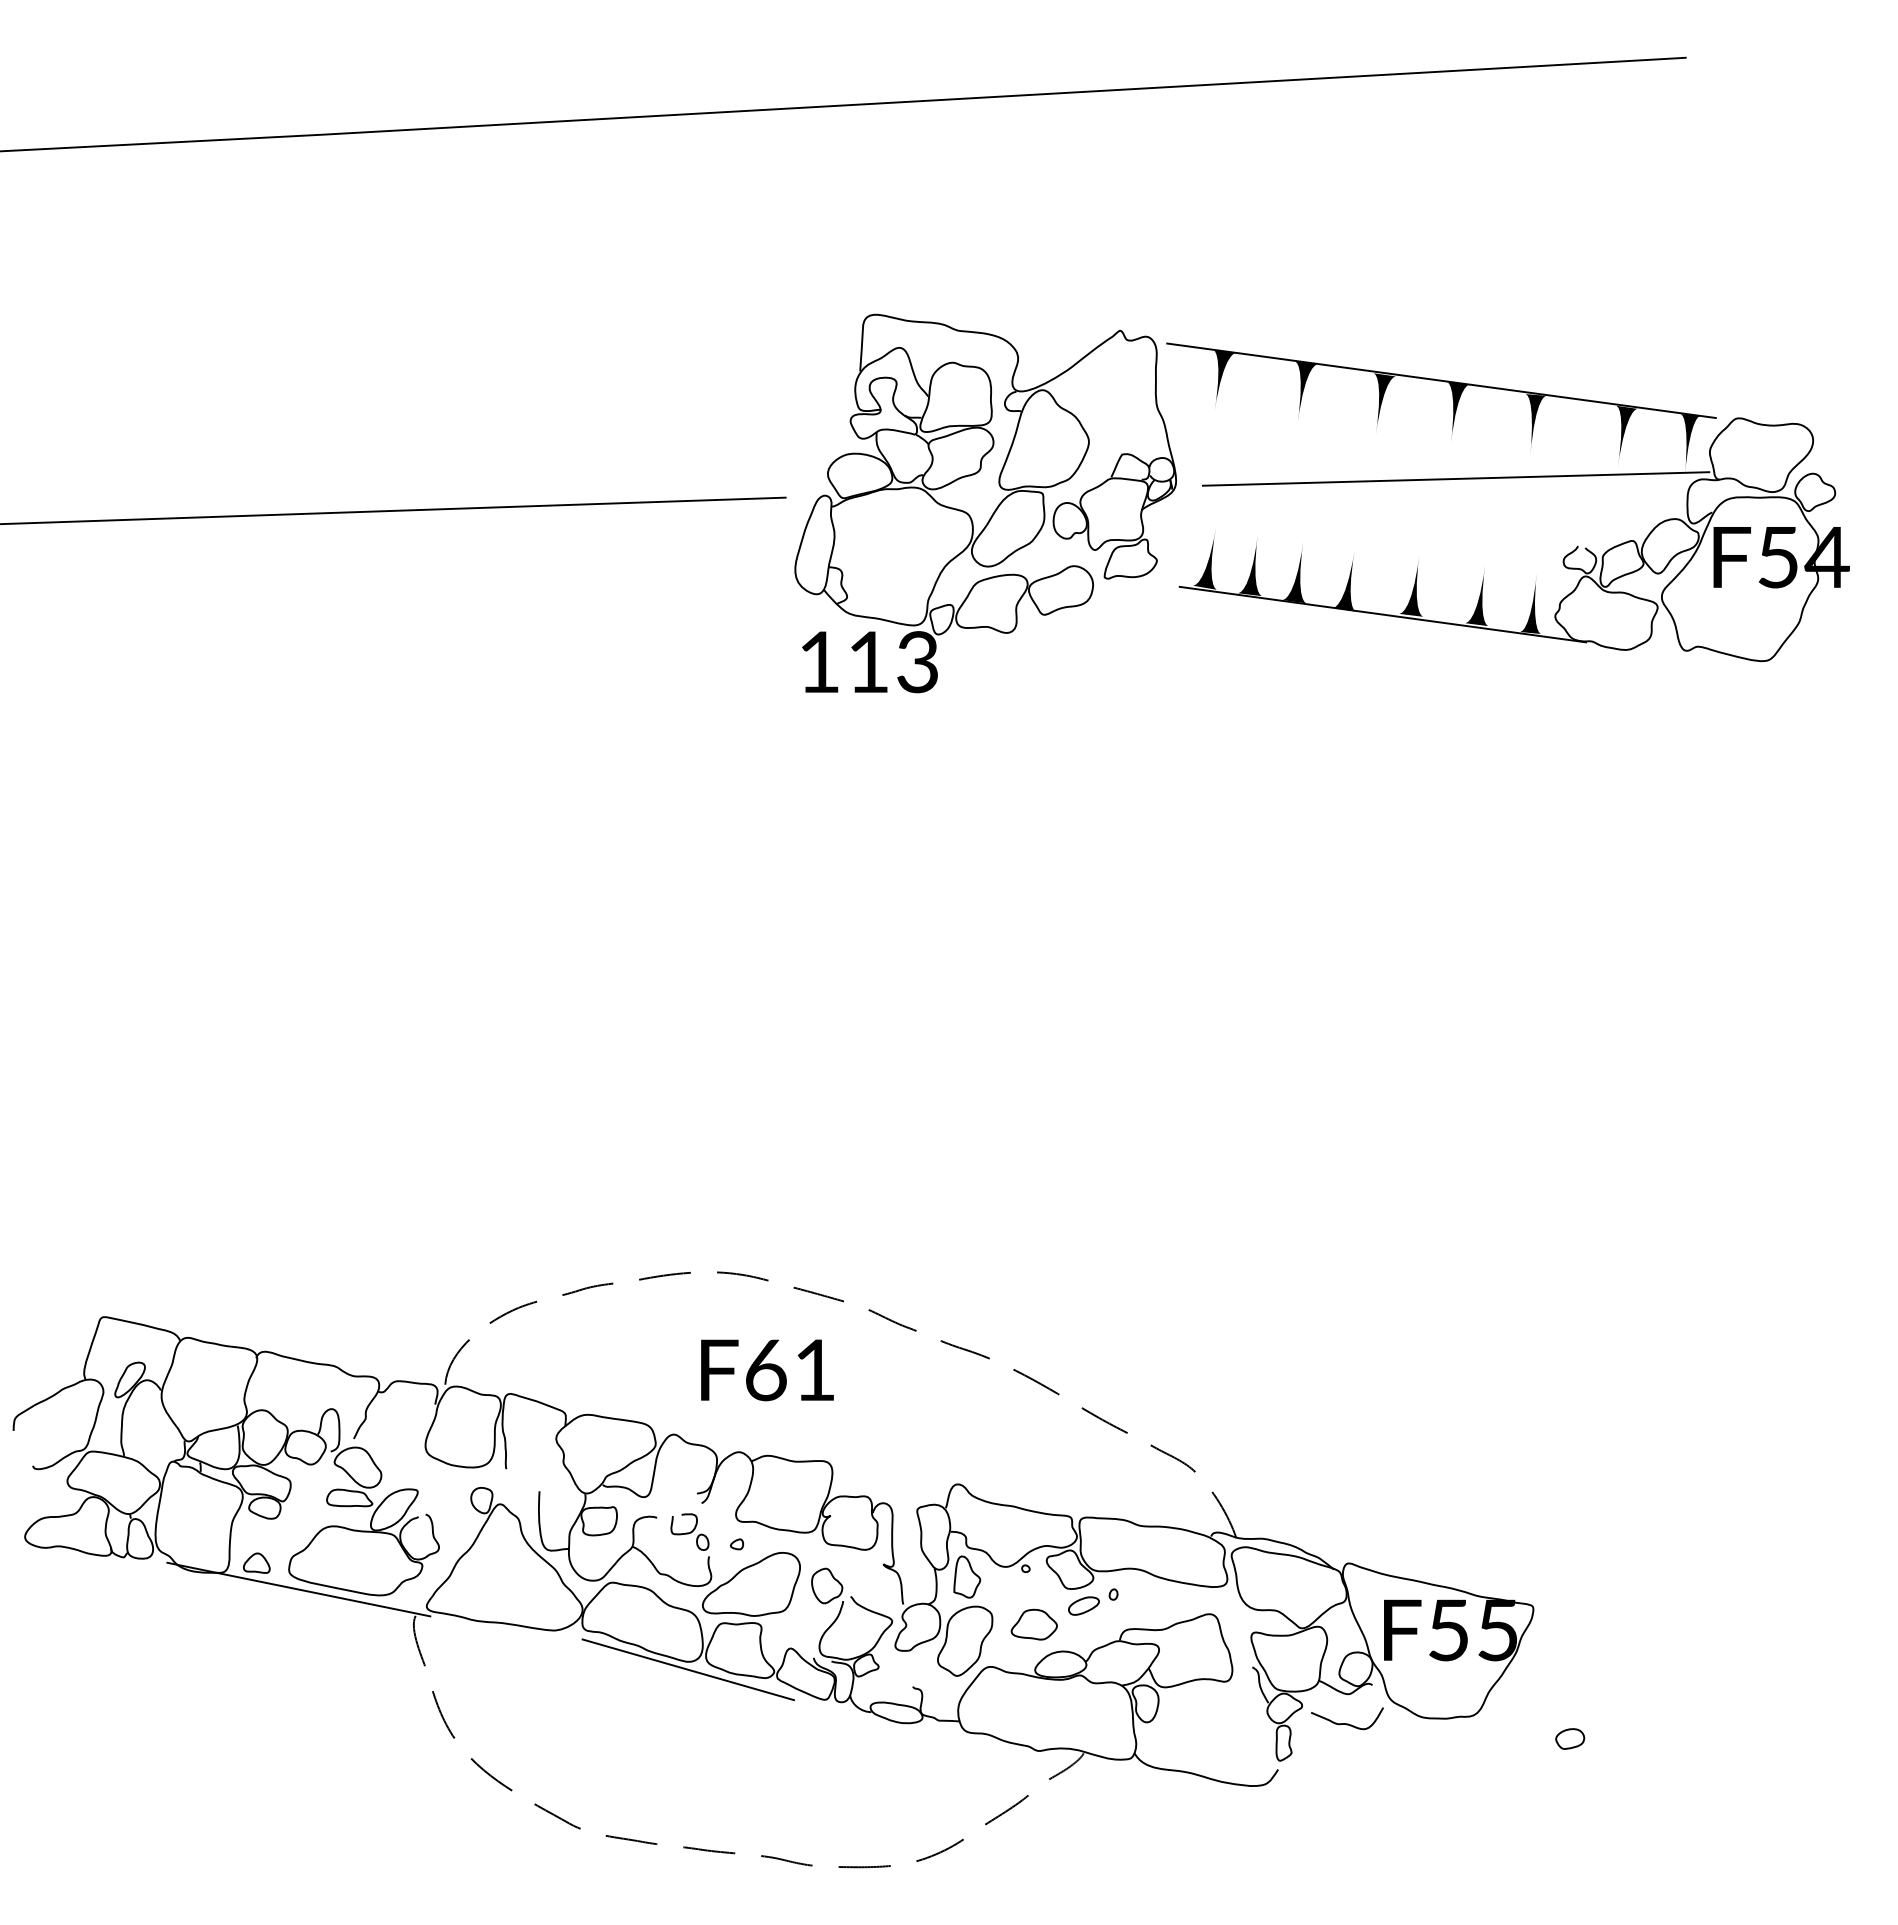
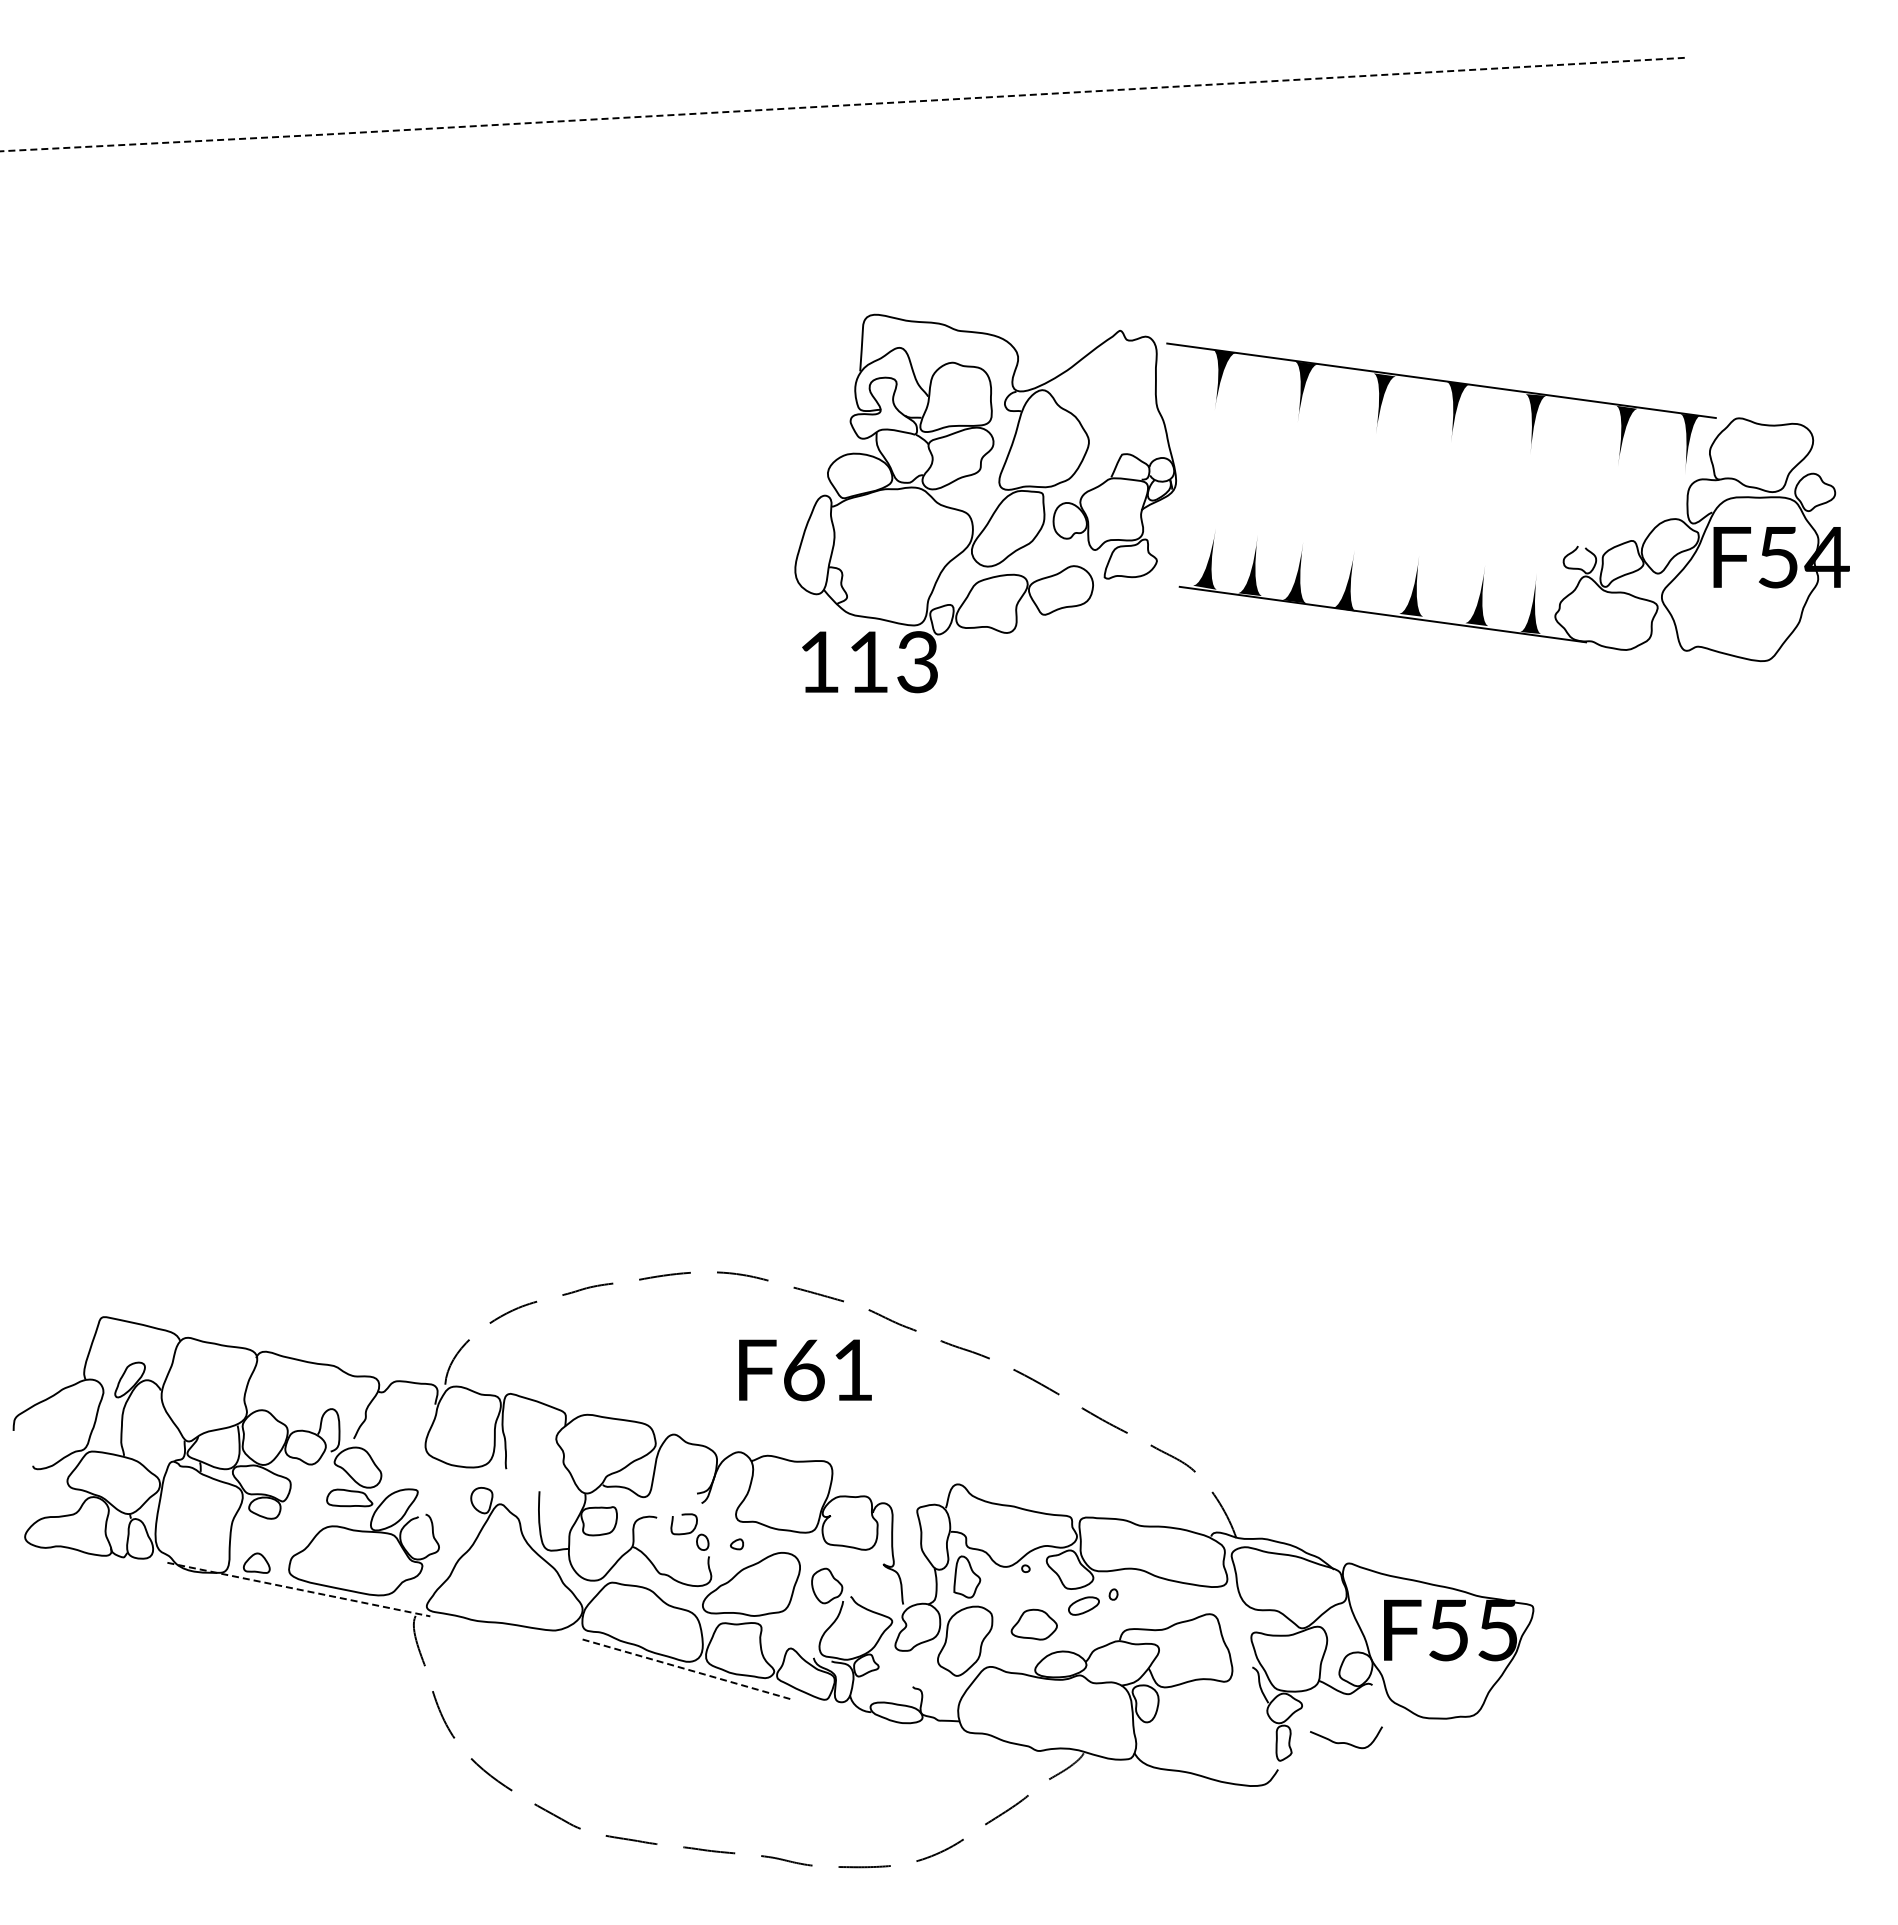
line at (844, 105): solid -> dashed
line at (1455, 478): present -> none
line at (393, 510): present -> none
text at (767, 1370) position: (767, 1370) -> (805, 1370)
line at (299, 1589): solid -> dashed
line at (688, 1669): solid -> dashed
curve at (1347, 1723) position: (1347, 1723) -> (1346, 1742)
part at (1570, 1738): present -> none
